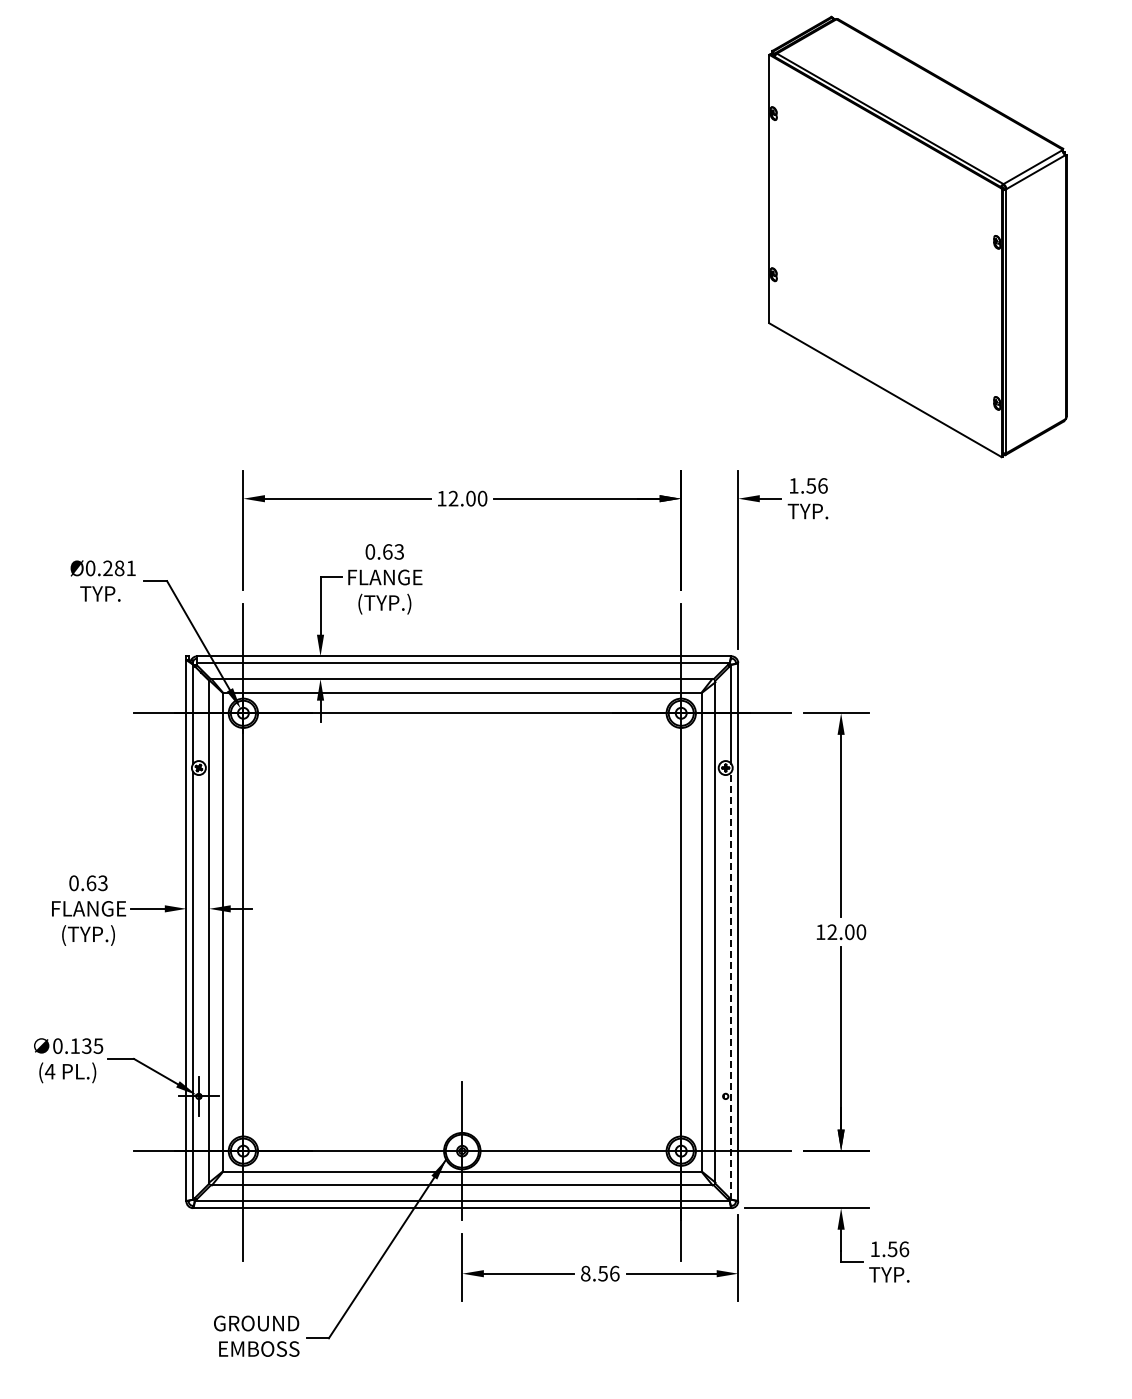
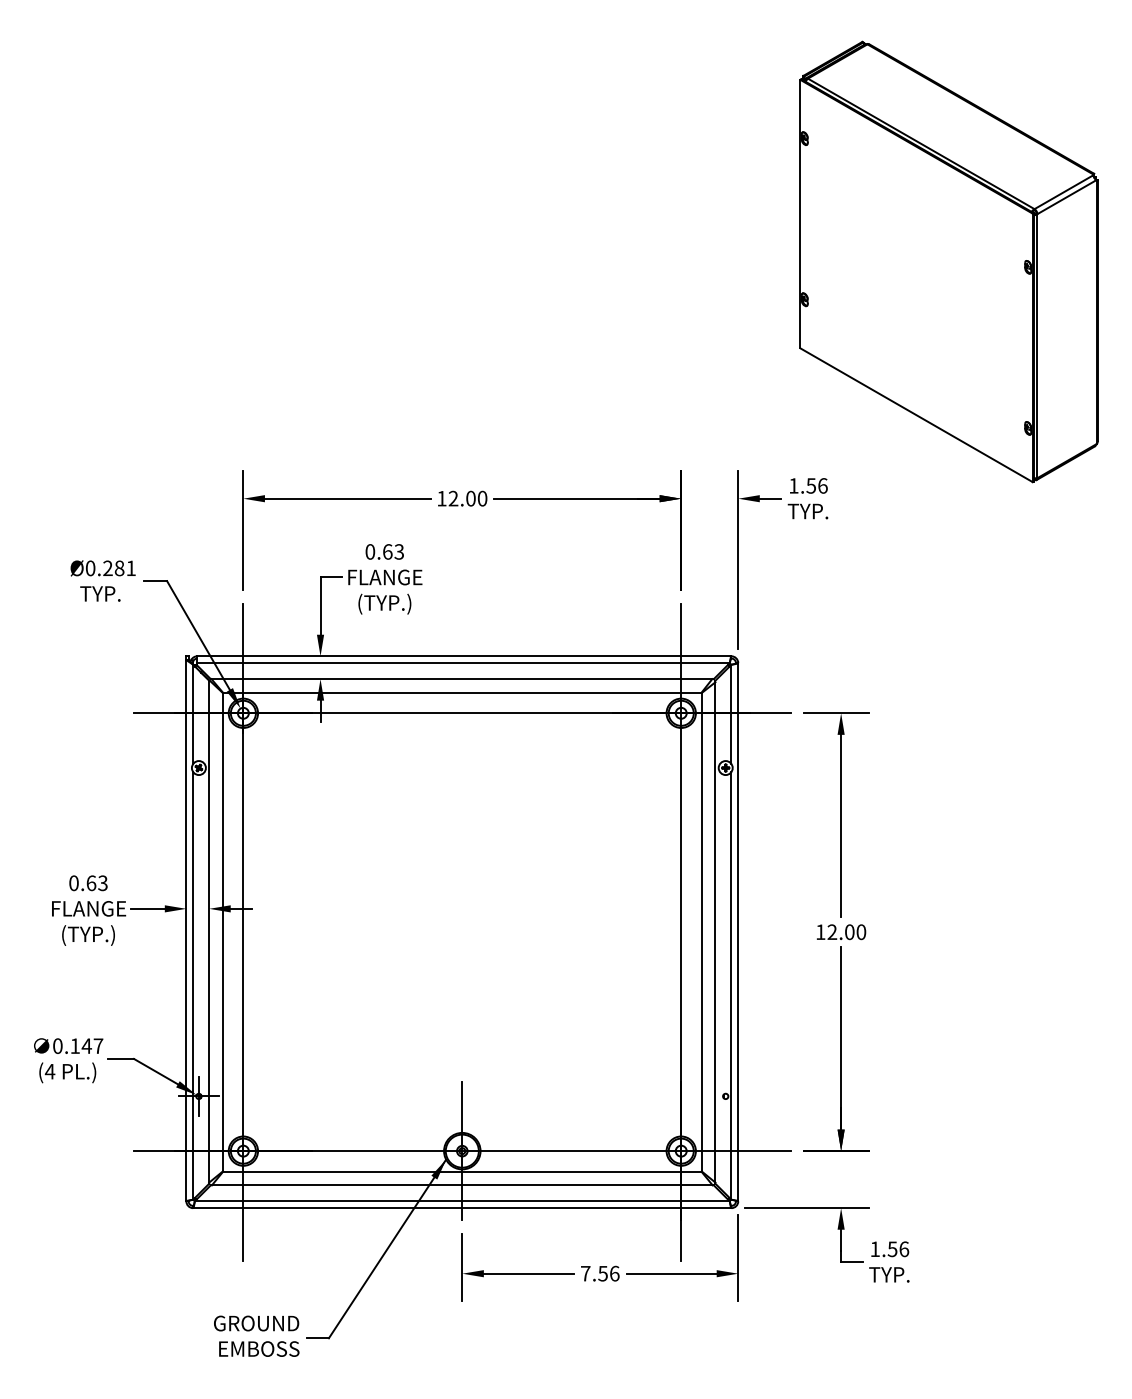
part at (917, 236) position: (917, 236) -> (948, 261)
line at (731, 985): dashed -> solid
text at (92, 1045): 0.135 -> 0.147
text at (585, 1273): 8.56 -> 7.56
